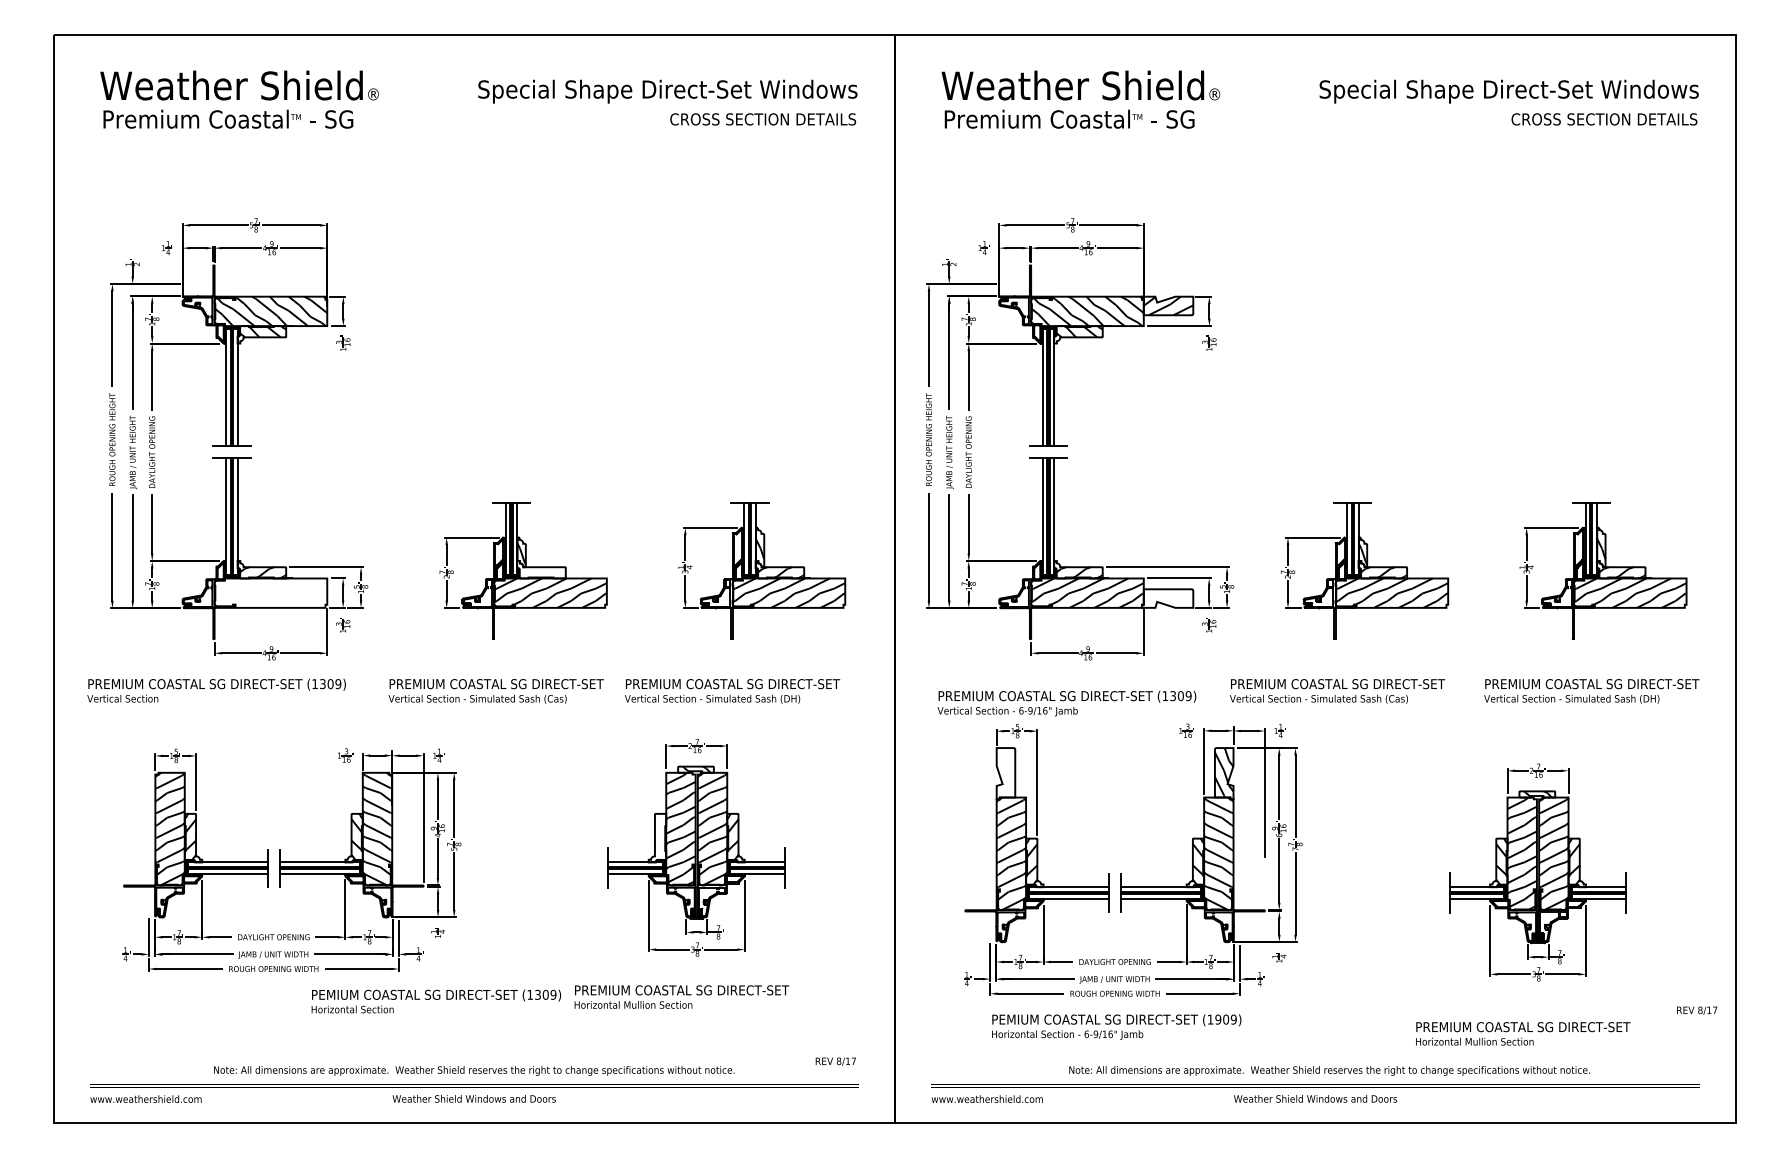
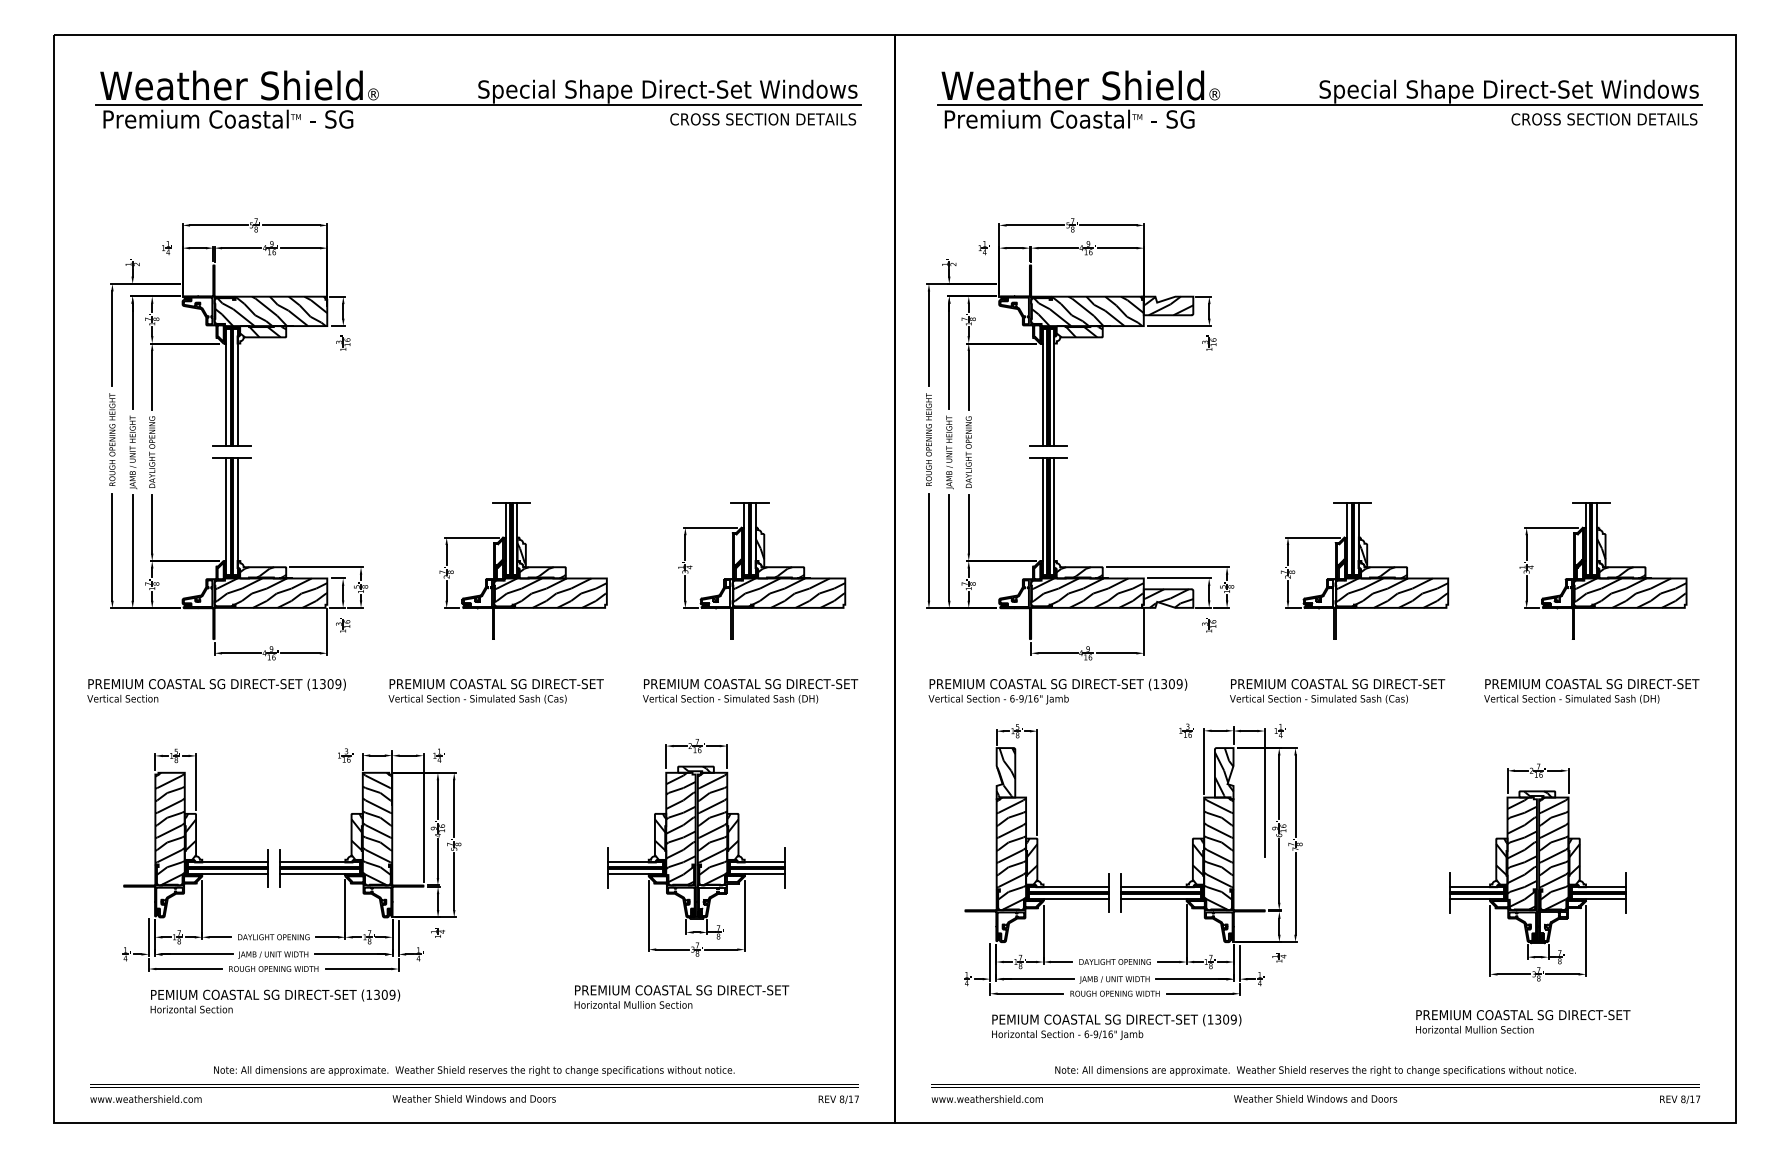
line at (478, 105): none -> present
line at (1319, 105): none -> present
hatch at (541, 569): none -> present
hatch at (270, 592): none -> present
hatch at (1168, 598): none -> present
text at (732, 691) position: (732, 691) -> (750, 691)
text at (1066, 703) position: (1066, 703) -> (1057, 691)
hatch at (1005, 773): none -> present
hatch at (660, 836): none -> present
text at (436, 1001) position: (436, 1001) -> (275, 1001)
text at (1697, 1010) position: (1697, 1010) -> (1680, 1099)
text at (1218, 1019): (1909) -> (1309)
text at (1523, 1033) position: (1523, 1033) -> (1523, 1021)
text at (835, 1061) position: (835, 1061) -> (838, 1099)
text at (1329, 1070) position: (1329, 1070) -> (1315, 1070)
